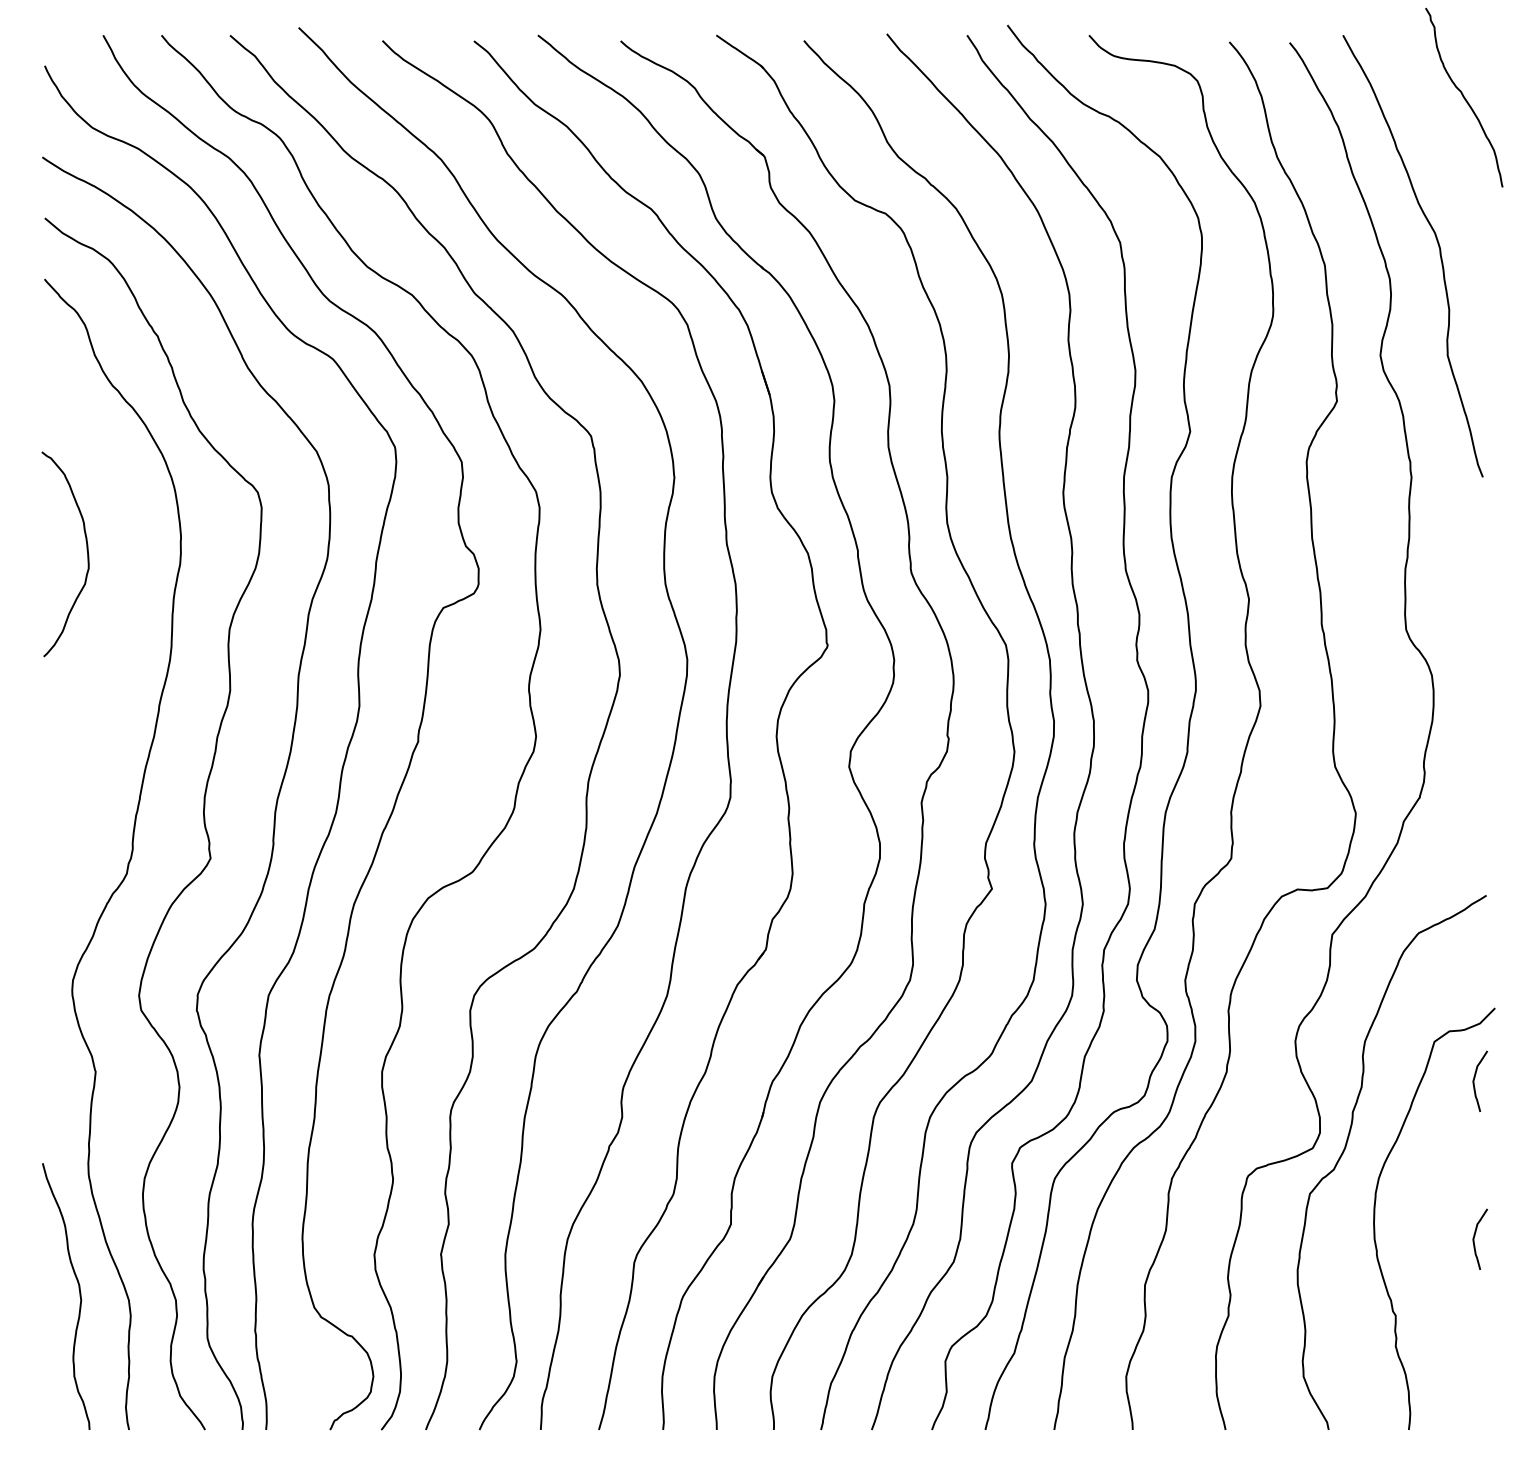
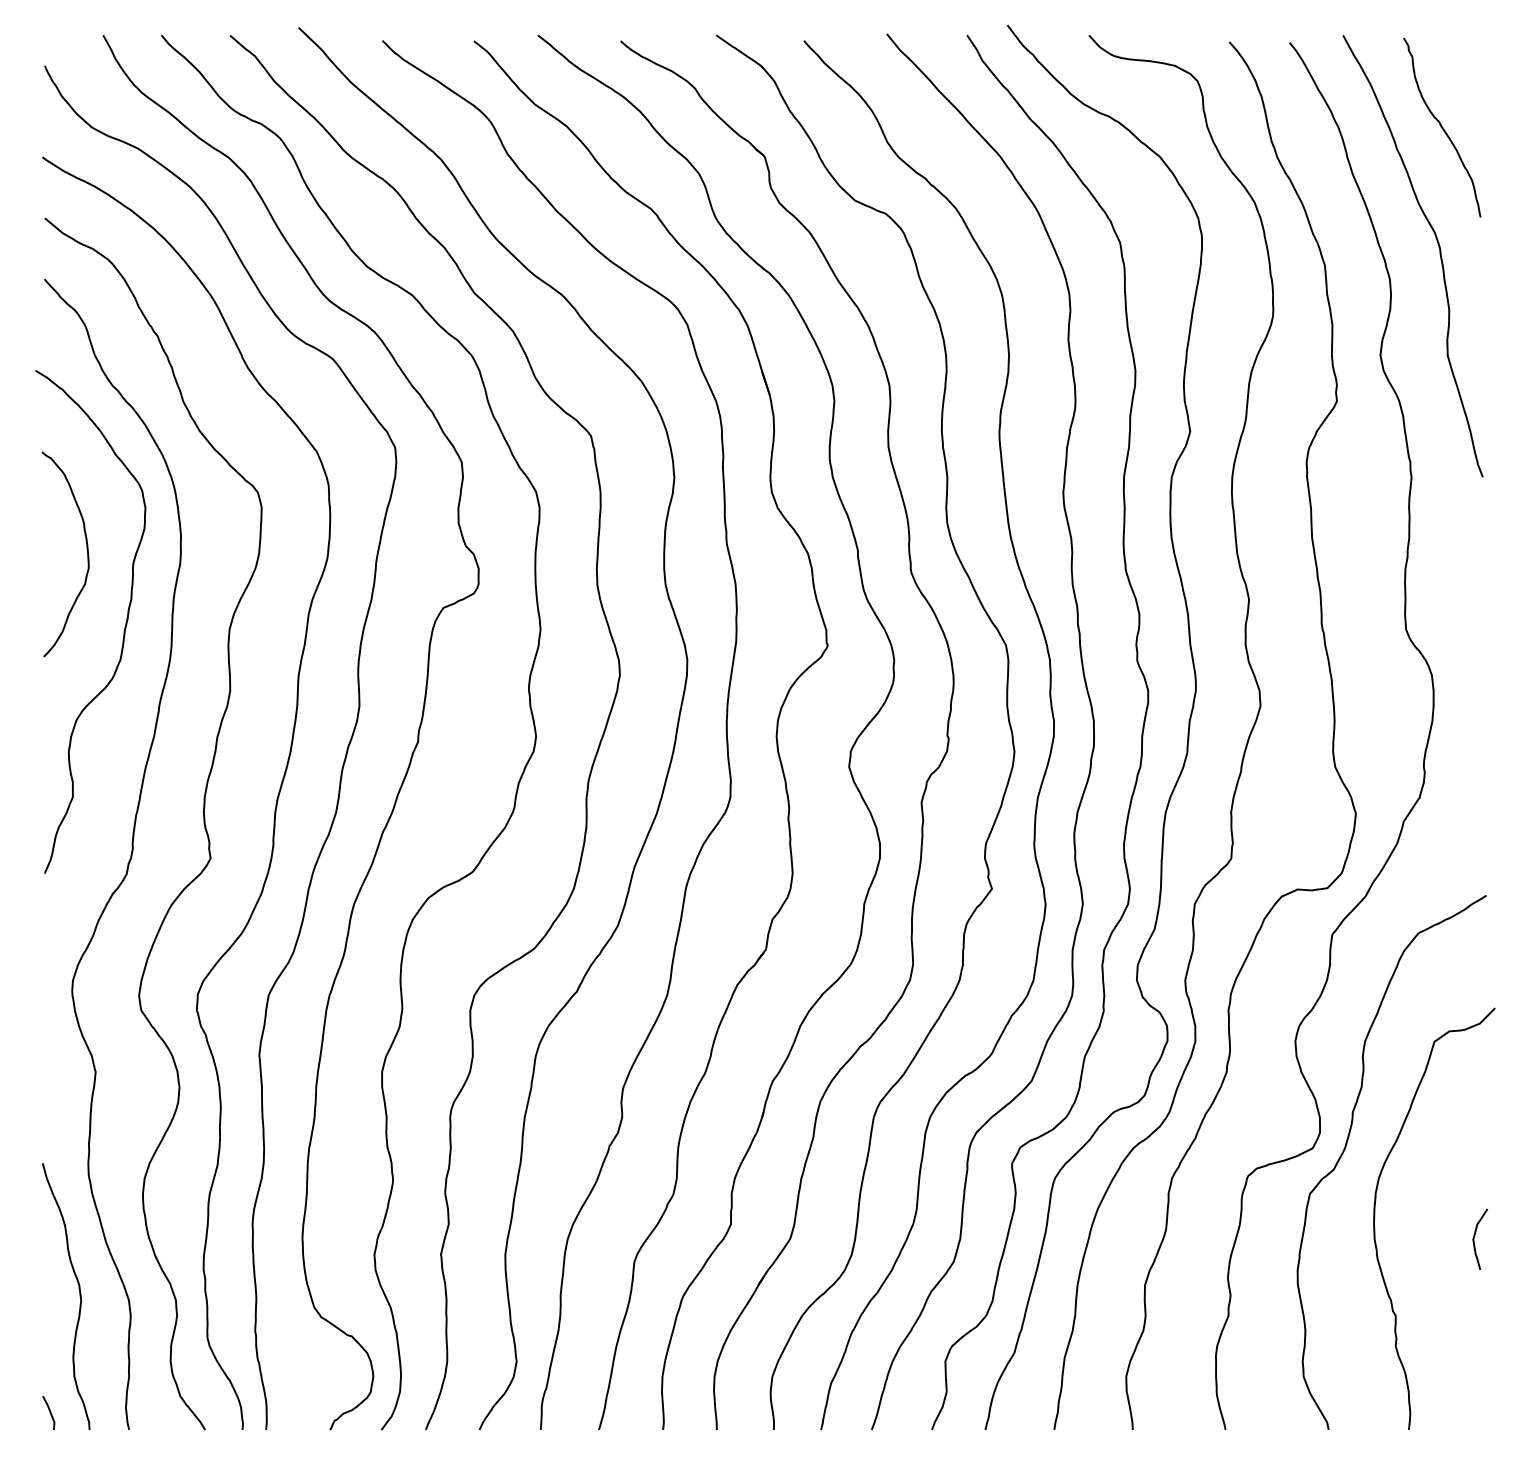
curve at (1464, 97) position: (1464, 97) -> (1442, 127)
curve at (124, 626): none -> present
curve at (1475, 1078): present -> none
line at (49, 1412): none -> present
